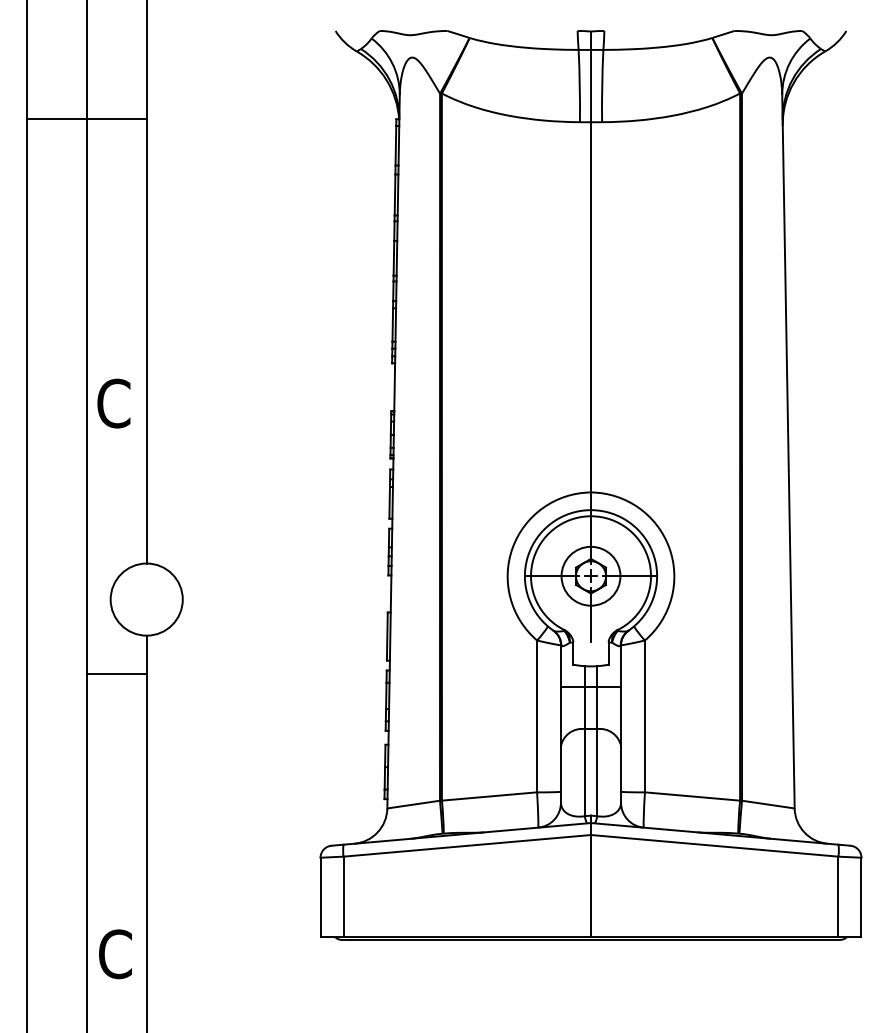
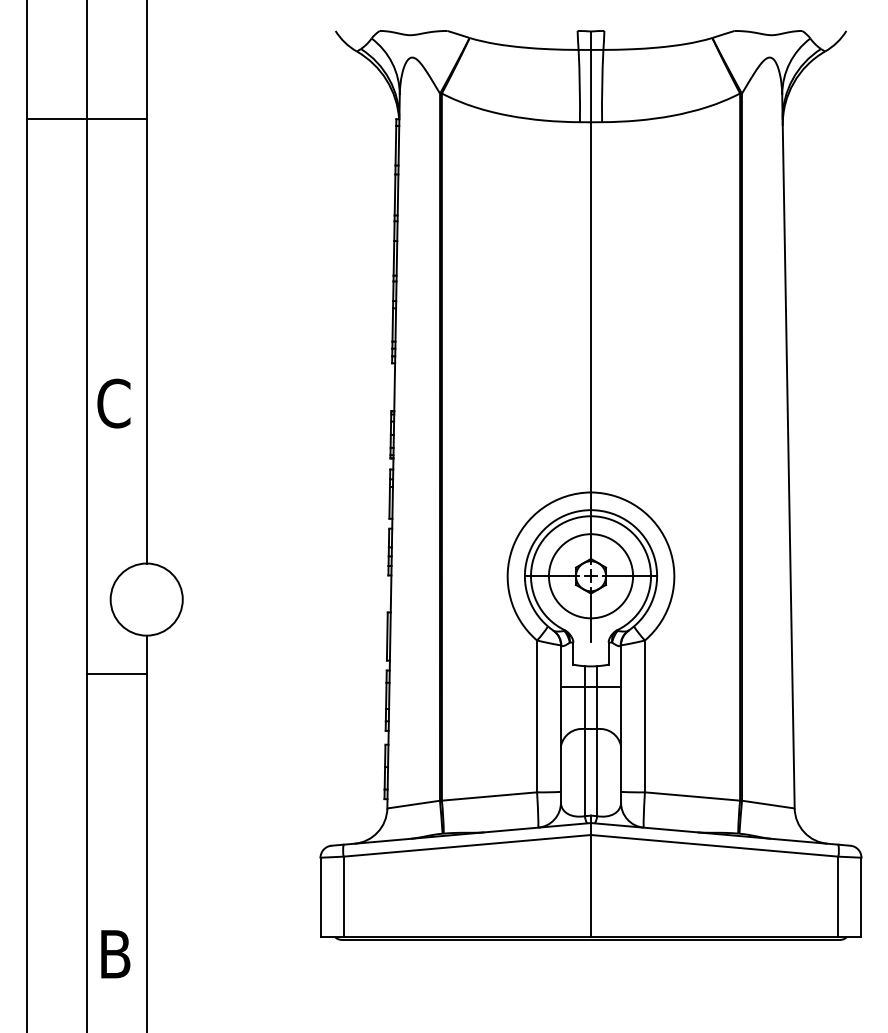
circle at (590, 575) diameter: 59 px -> 84 px
text at (115, 954): C -> B
